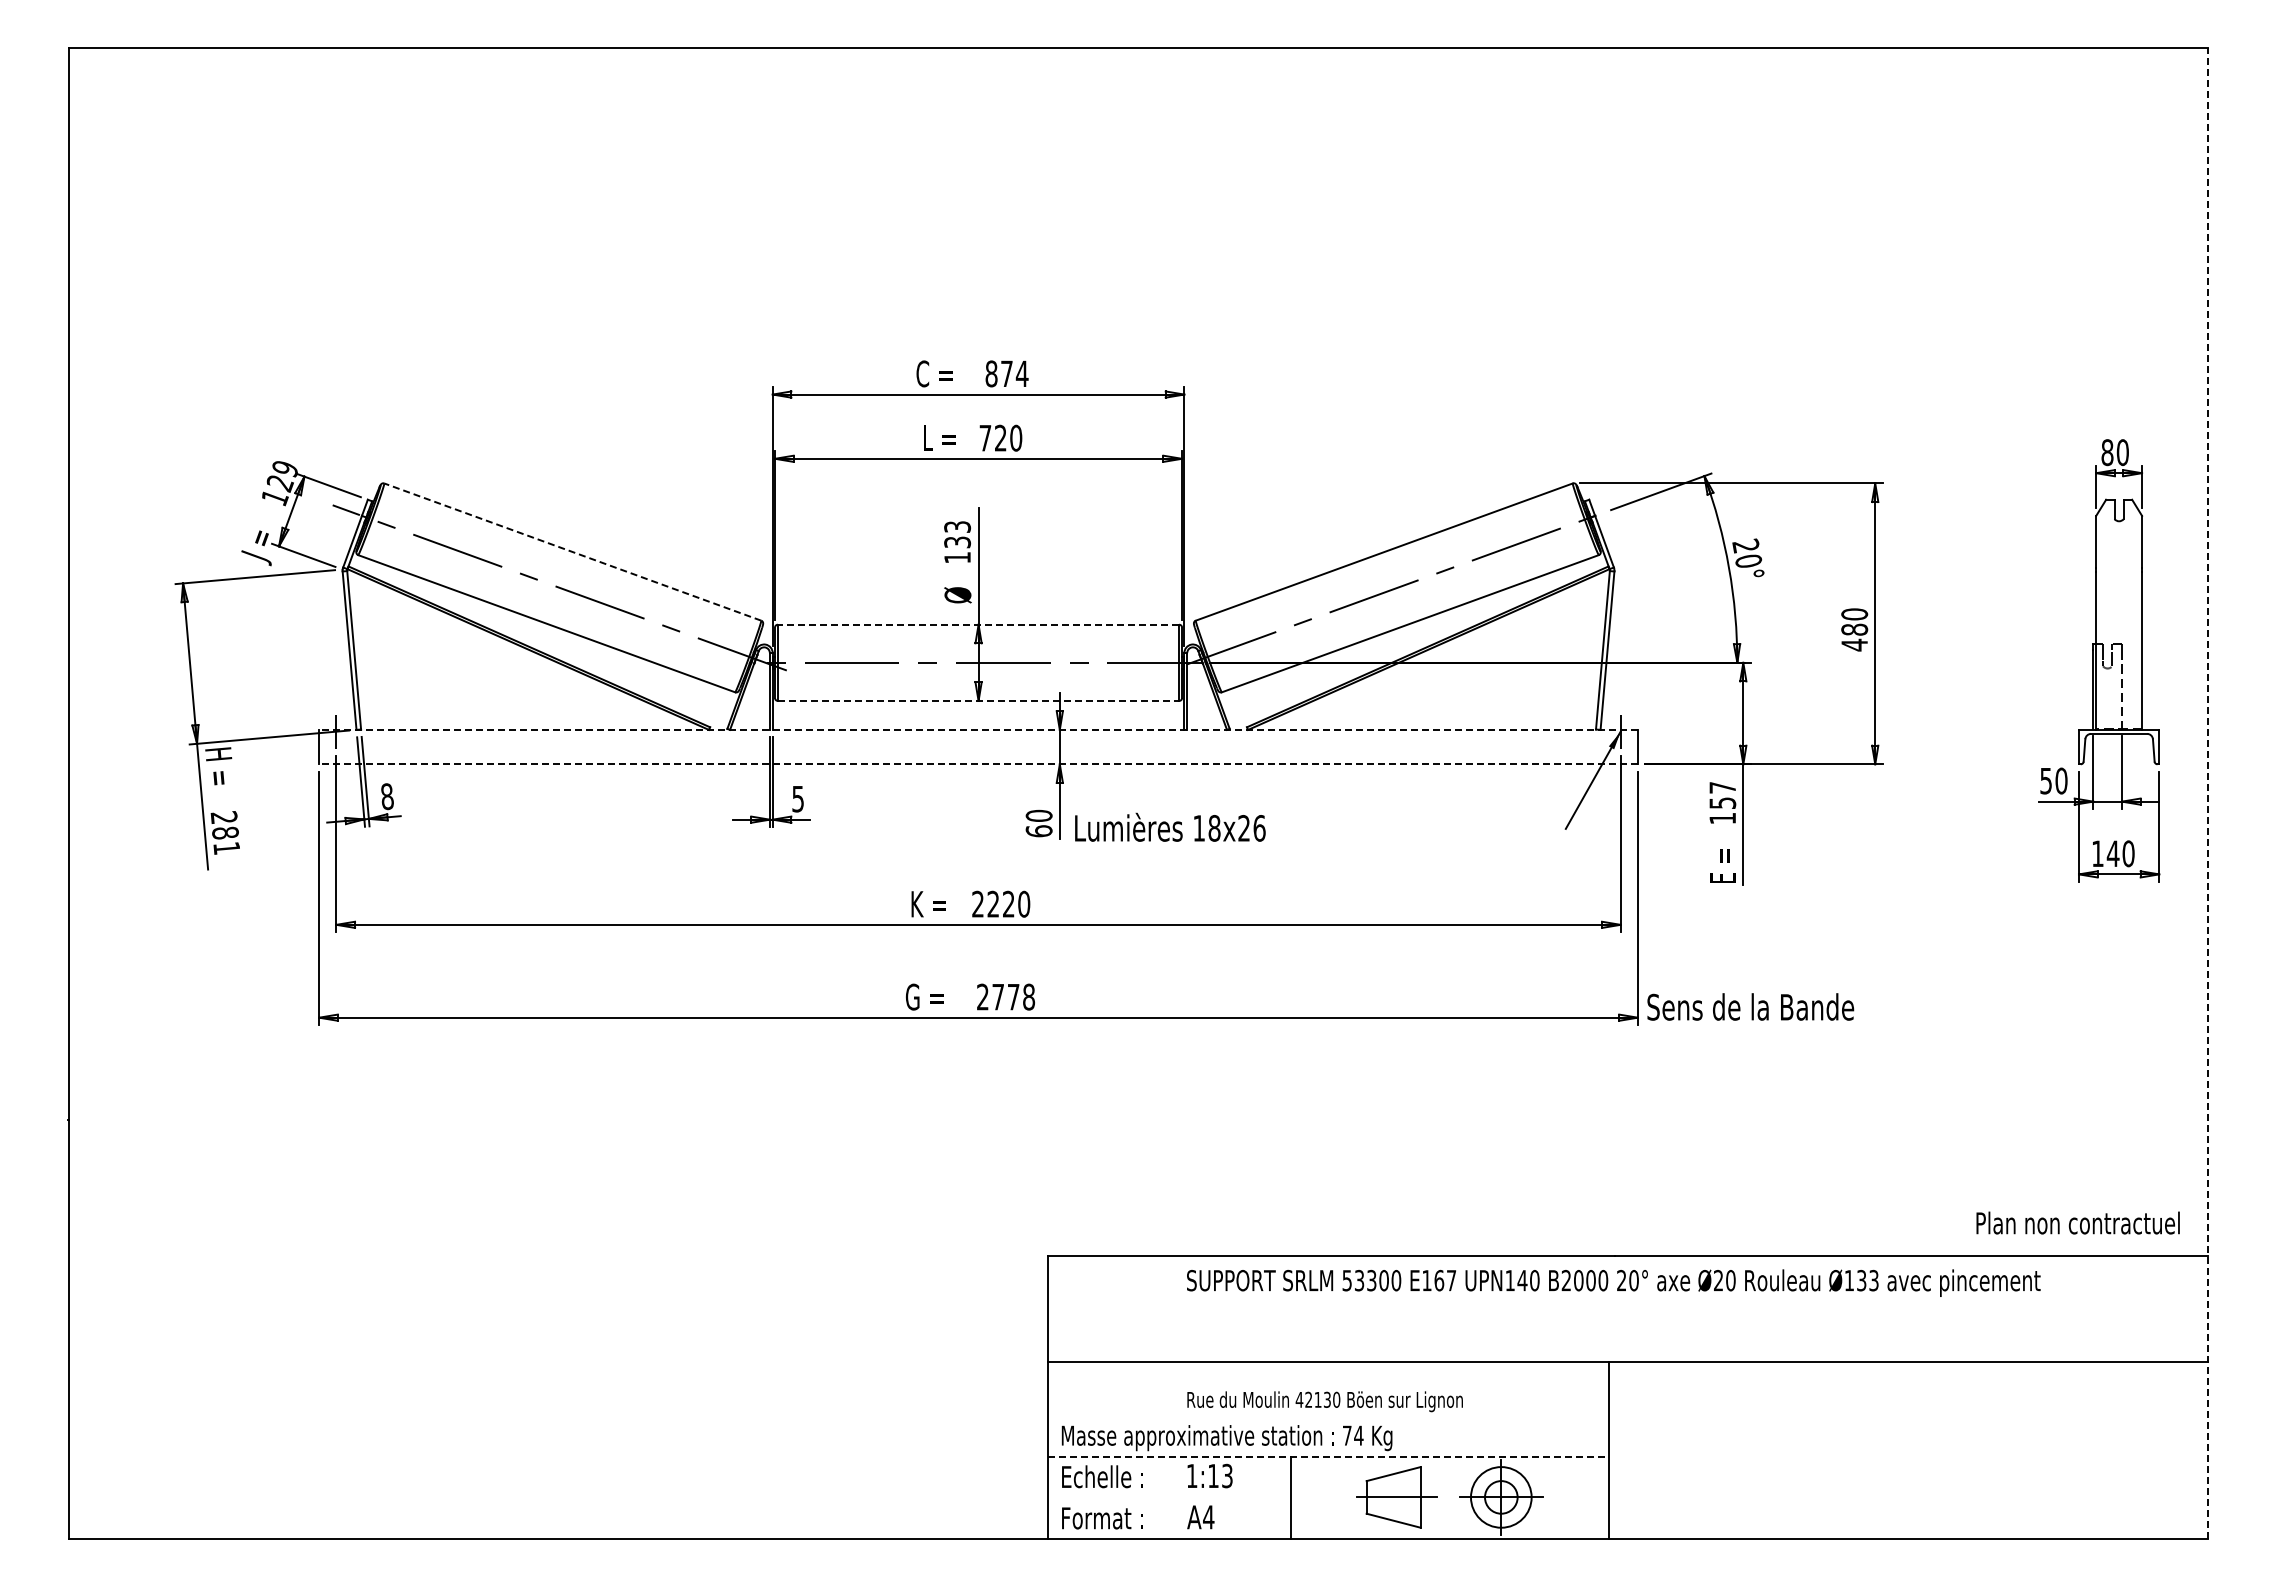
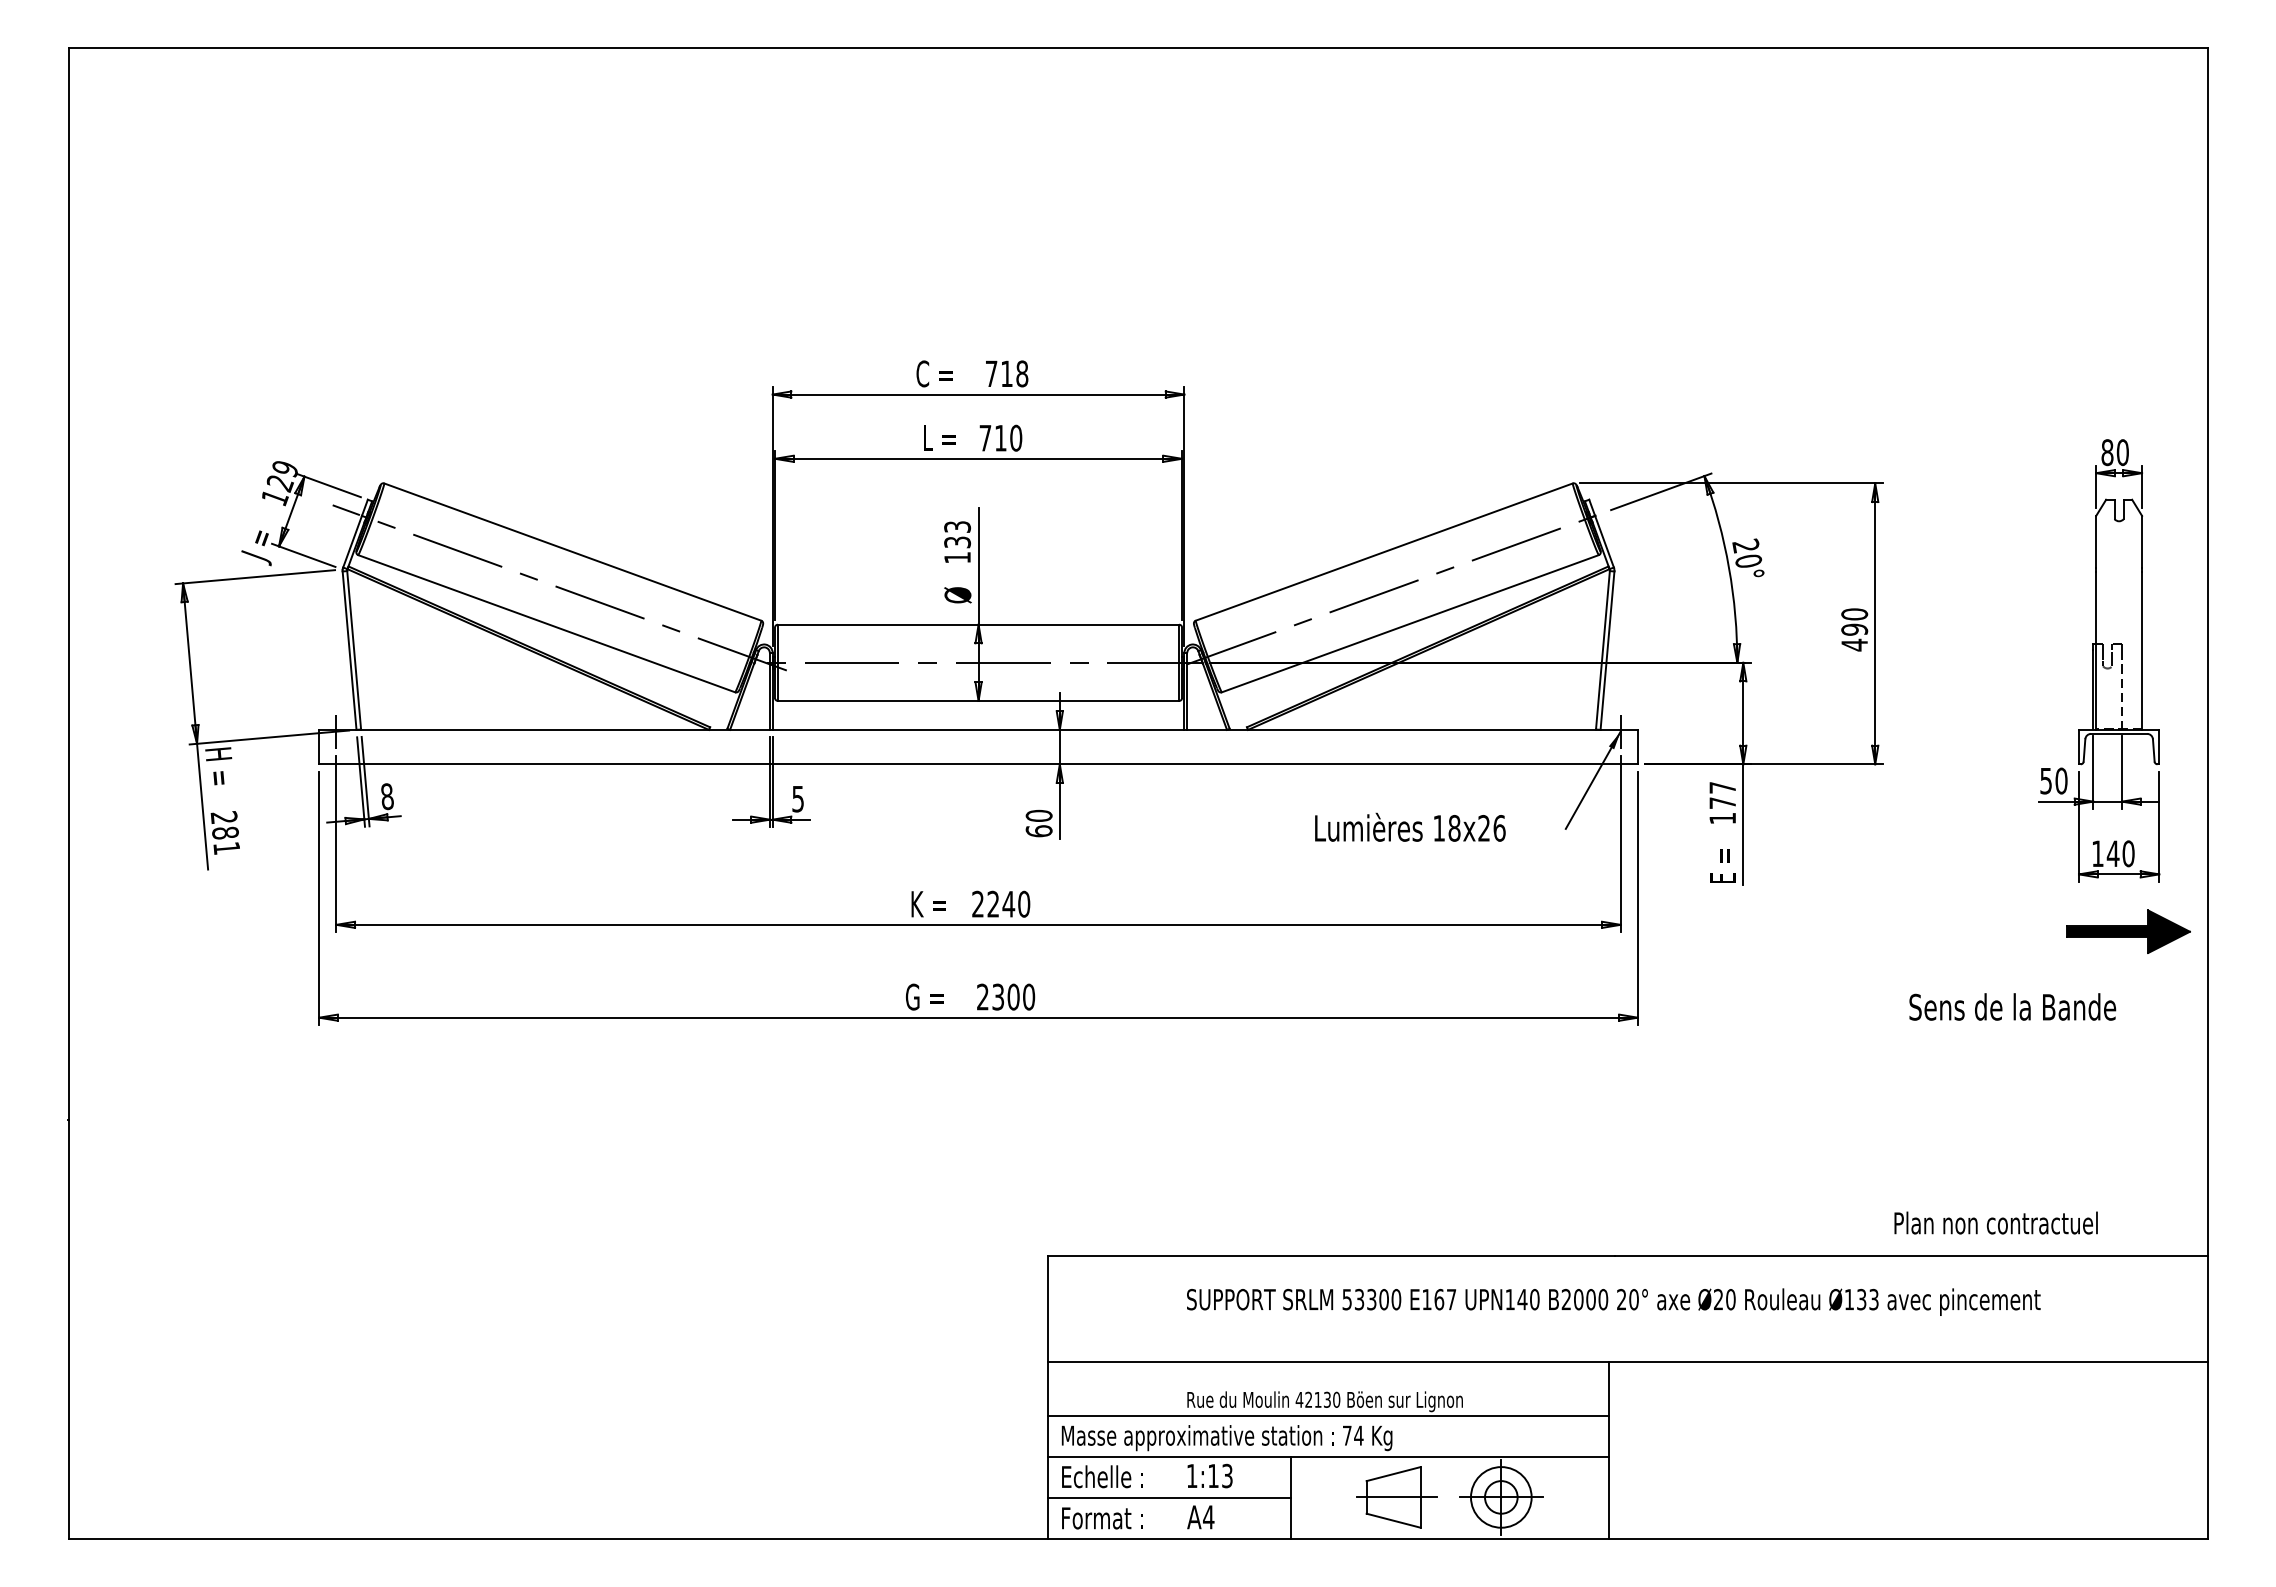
text at (1006, 373): 874 -> 718
text at (1000, 437): 720 -> 710
line at (572, 552): dashed -> solid
line at (978, 624): dashed -> solid
text at (1854, 629): 480 -> 490
line at (978, 700): dashed -> solid
line at (978, 729): dashed -> solid
line at (978, 764): dashed -> solid
line at (2207, 793): dashed -> solid
text at (1722, 802): 157 -> 177
text at (1170, 826) position: (1170, 826) -> (1410, 826)
text at (1008, 903): 2220 -> 2240
part at (2128, 931): none -> present
text at (1013, 996): 2778 -> 2300
text at (1750, 1006) position: (1750, 1006) -> (2012, 1006)
text at (2077, 1222) position: (2077, 1222) -> (1995, 1222)
text at (1613, 1282) position: (1613, 1282) -> (1613, 1301)
line at (1328, 1416): none -> present
line at (1328, 1457): dashed -> solid
line at (1169, 1498): none -> present
